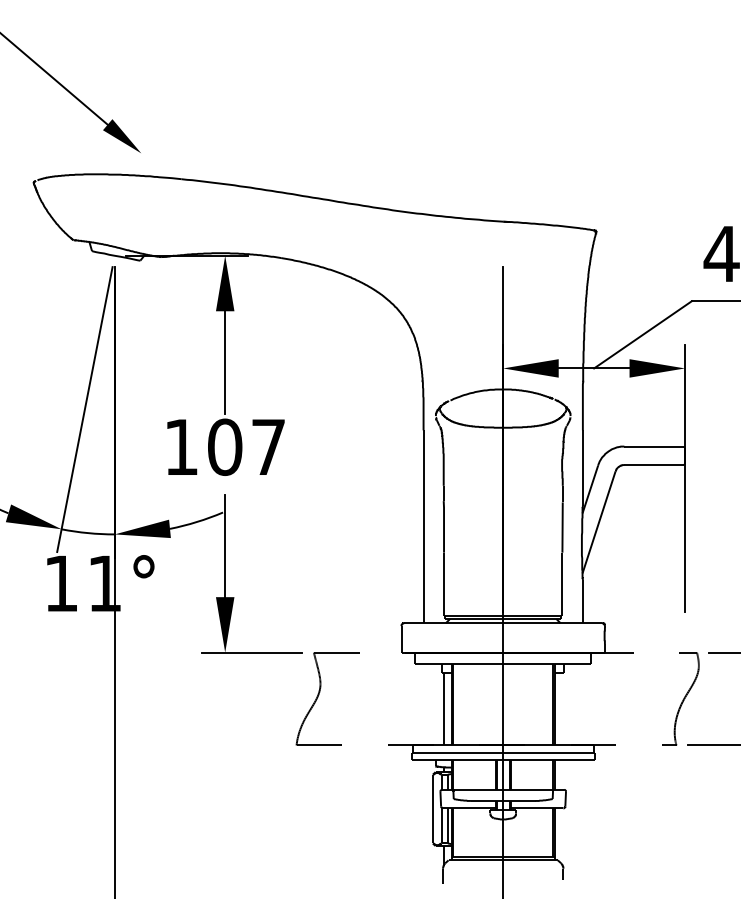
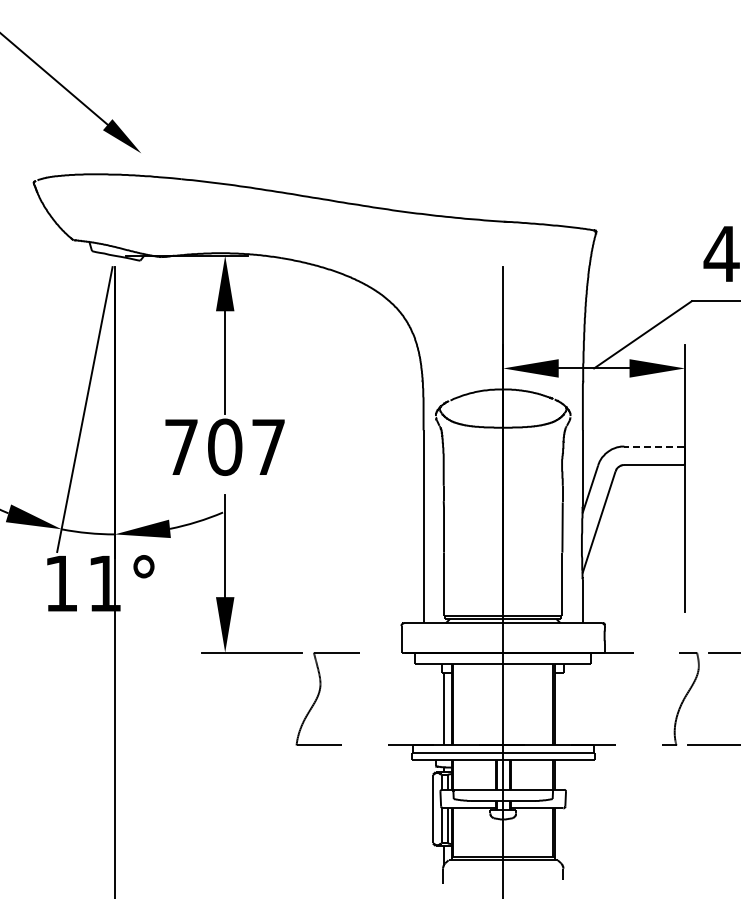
text at (181, 446): 107 -> 707
line at (654, 446): solid -> dashed
